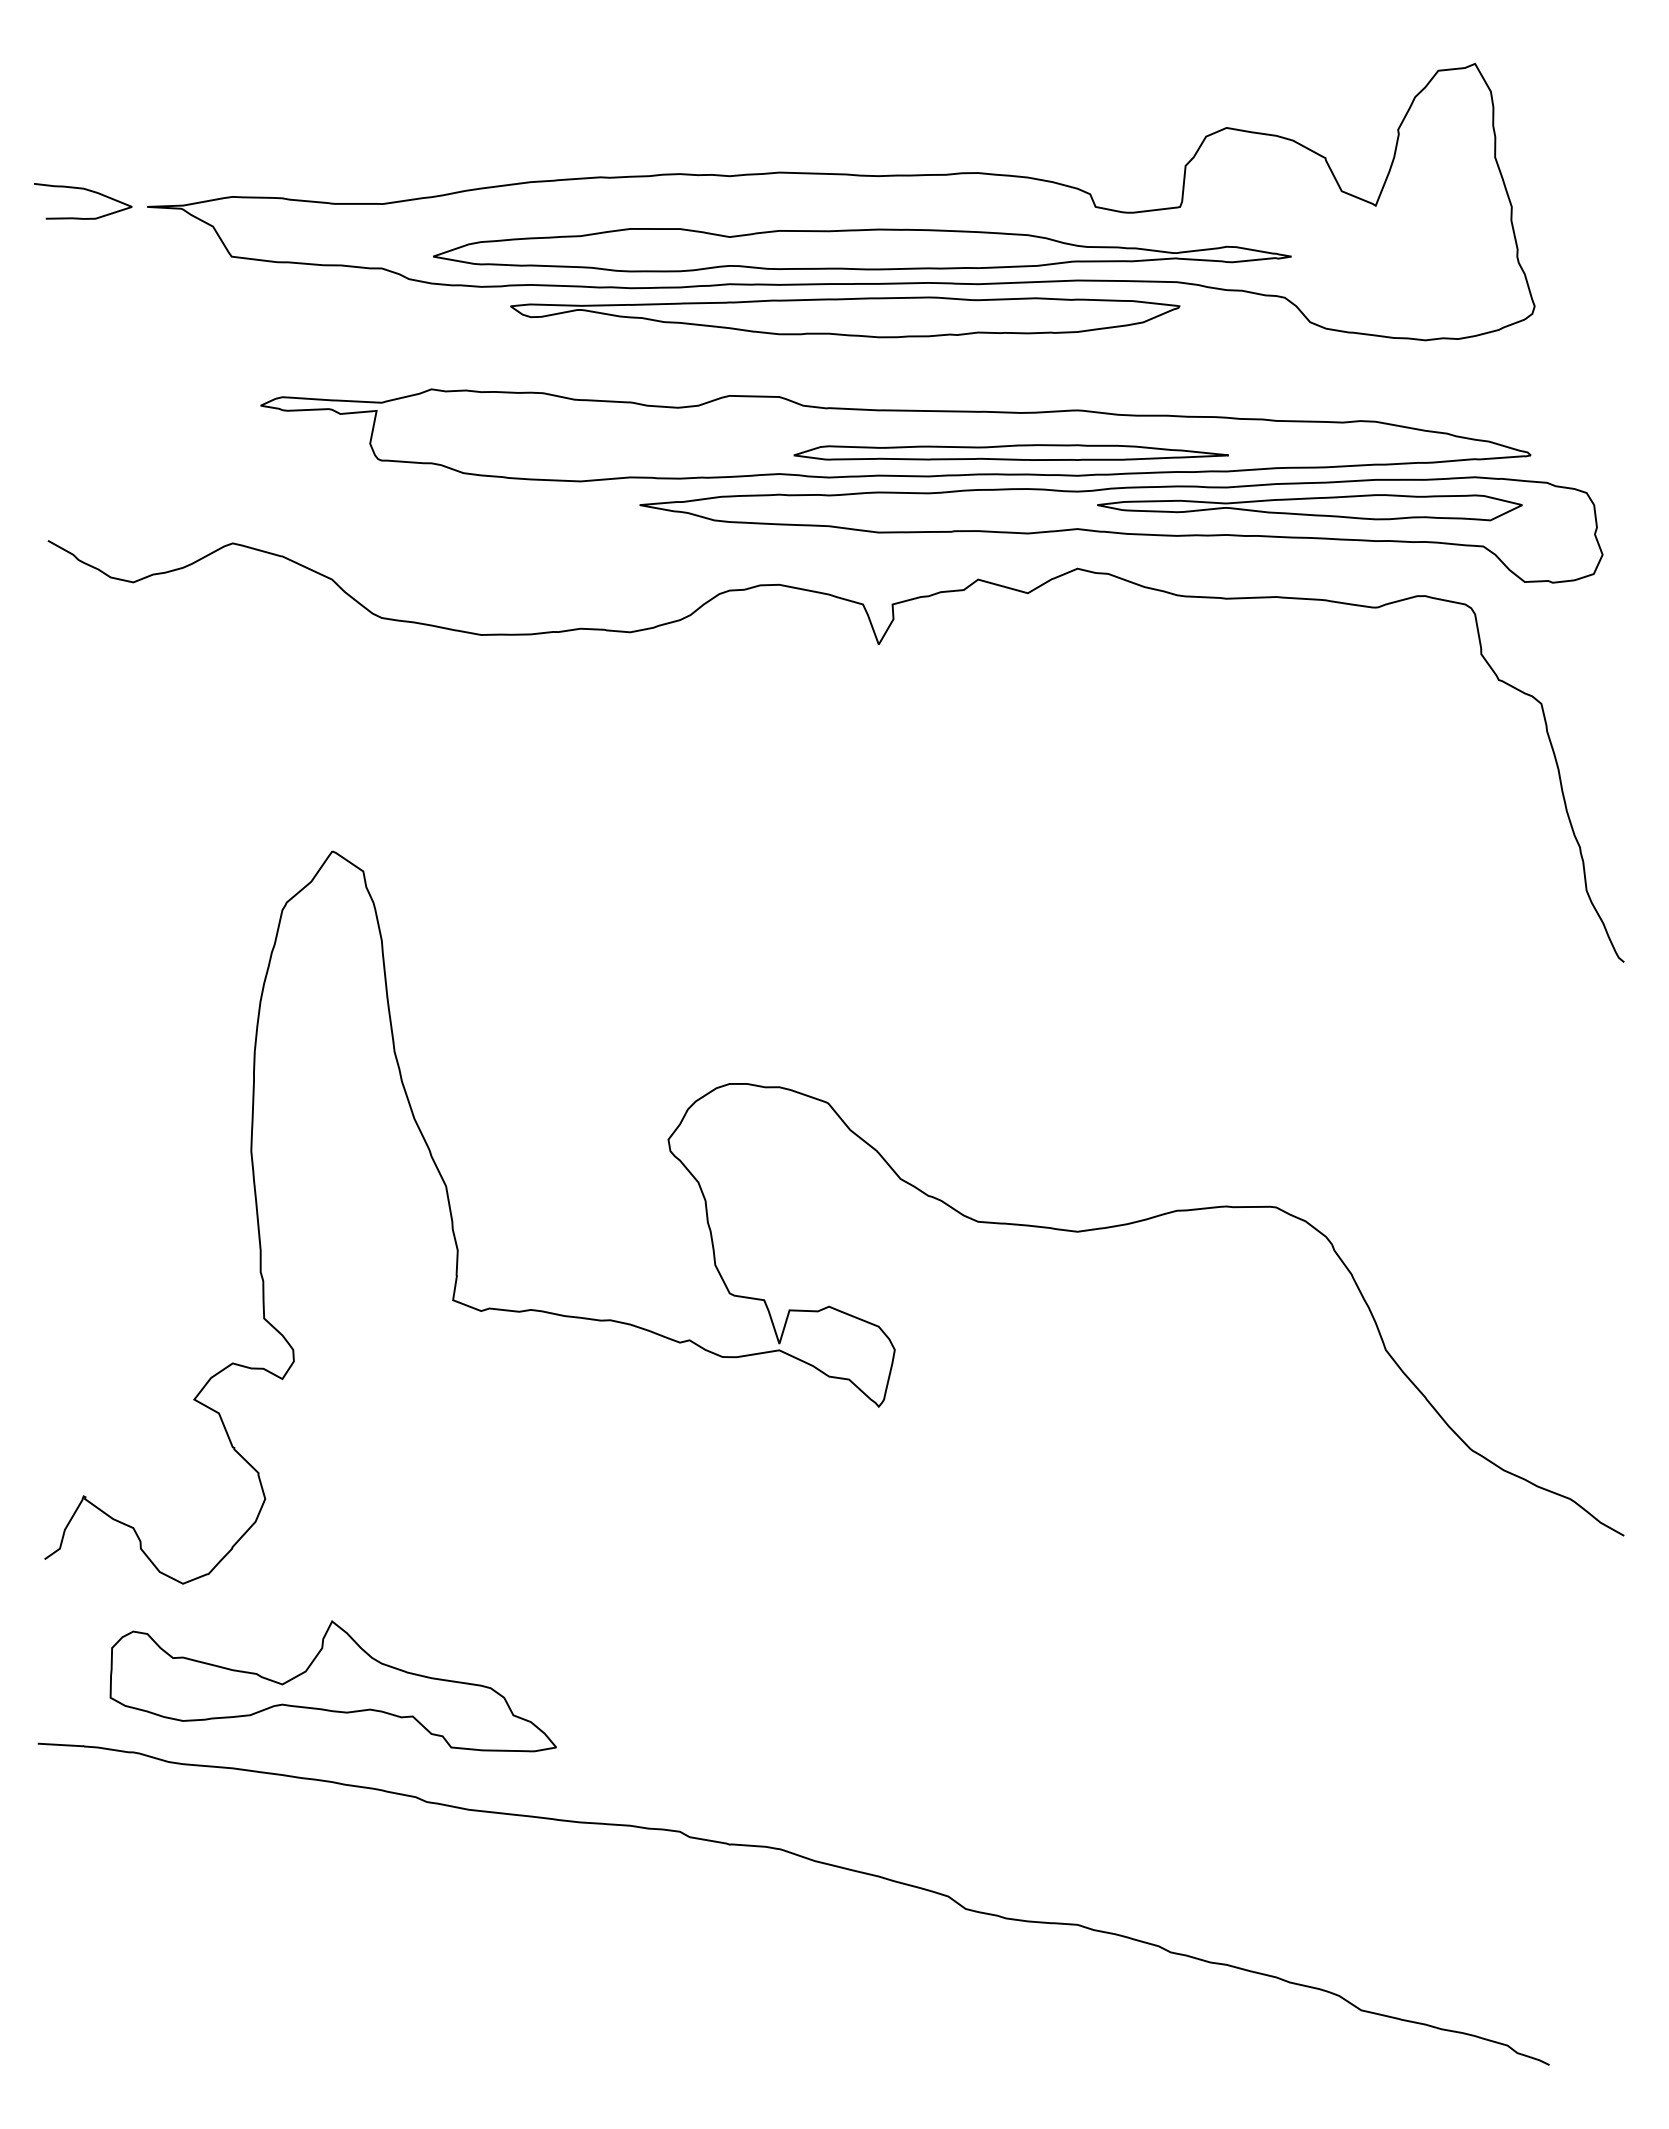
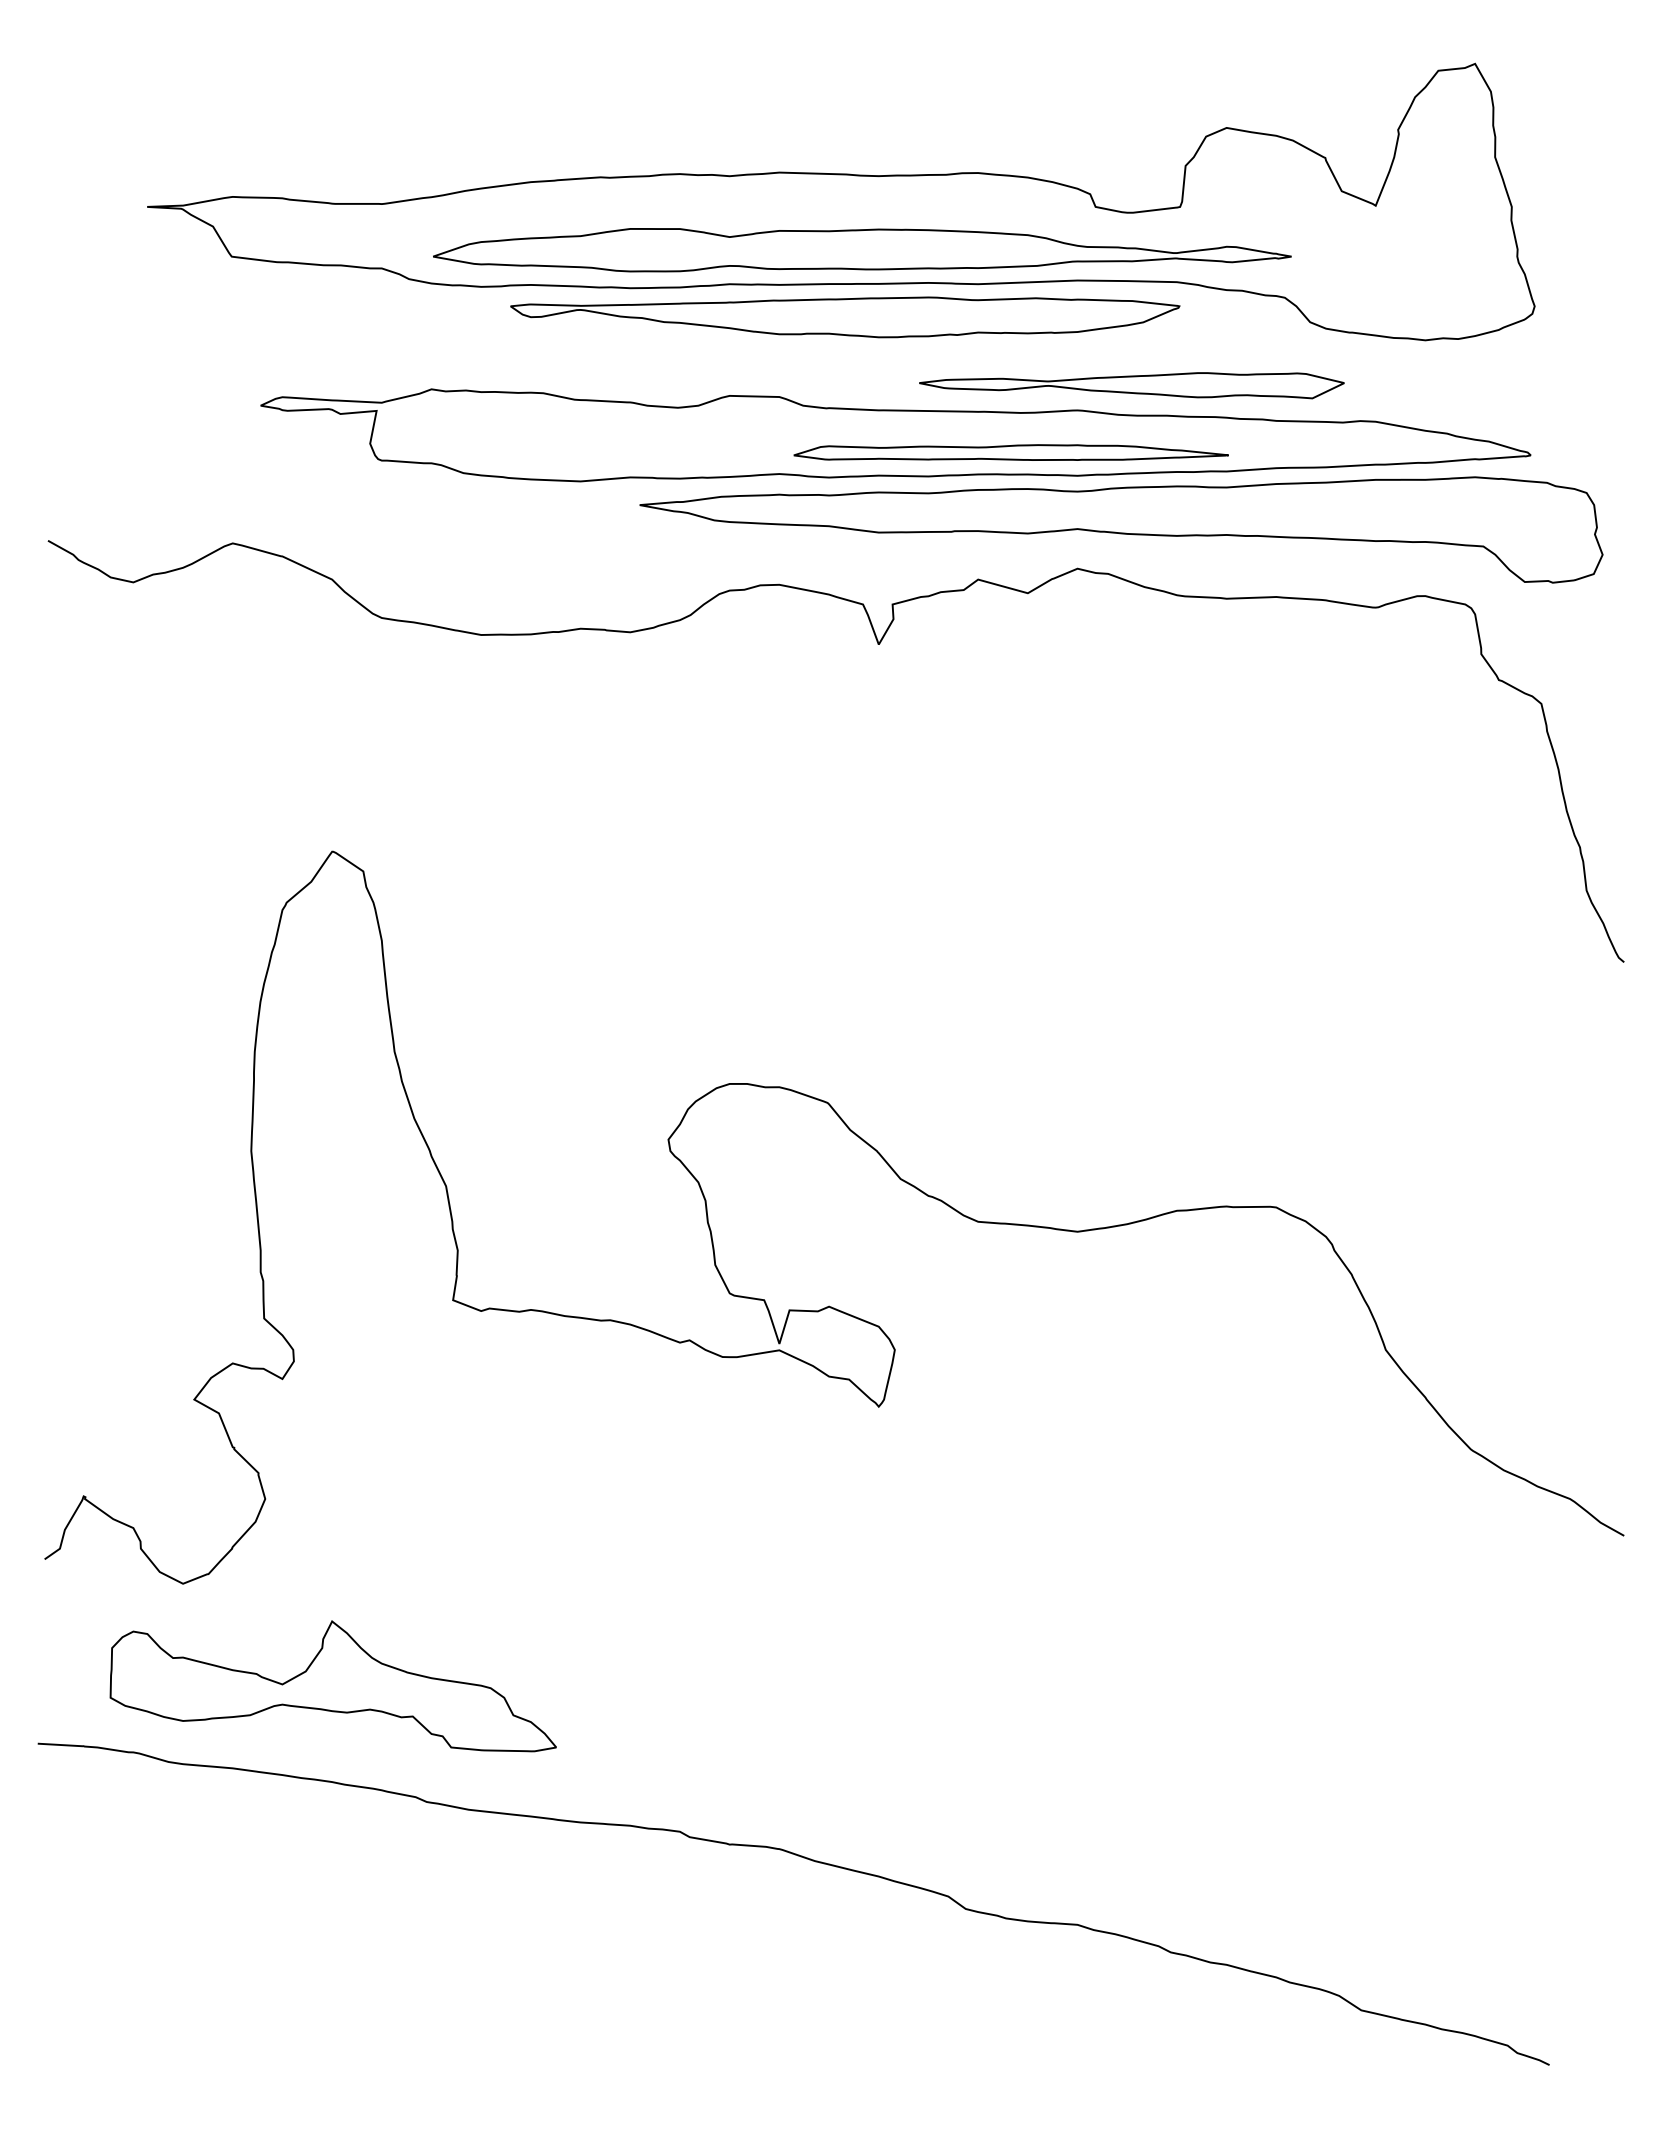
curve at (85, 190): present -> none
part at (1309, 507) position: (1309, 507) -> (1131, 385)
